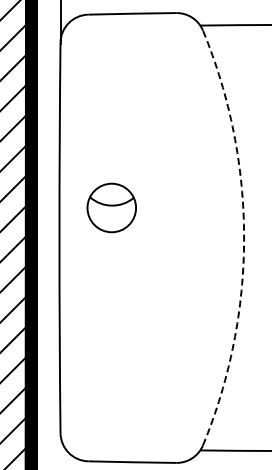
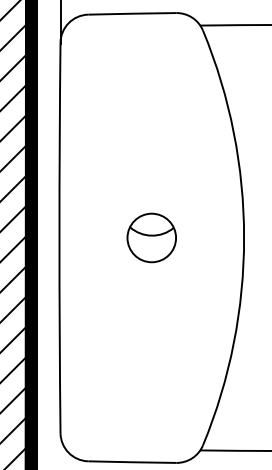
part at (111, 207) position: (111, 207) -> (151, 237)
arc at (244, 237): dashed -> solid
